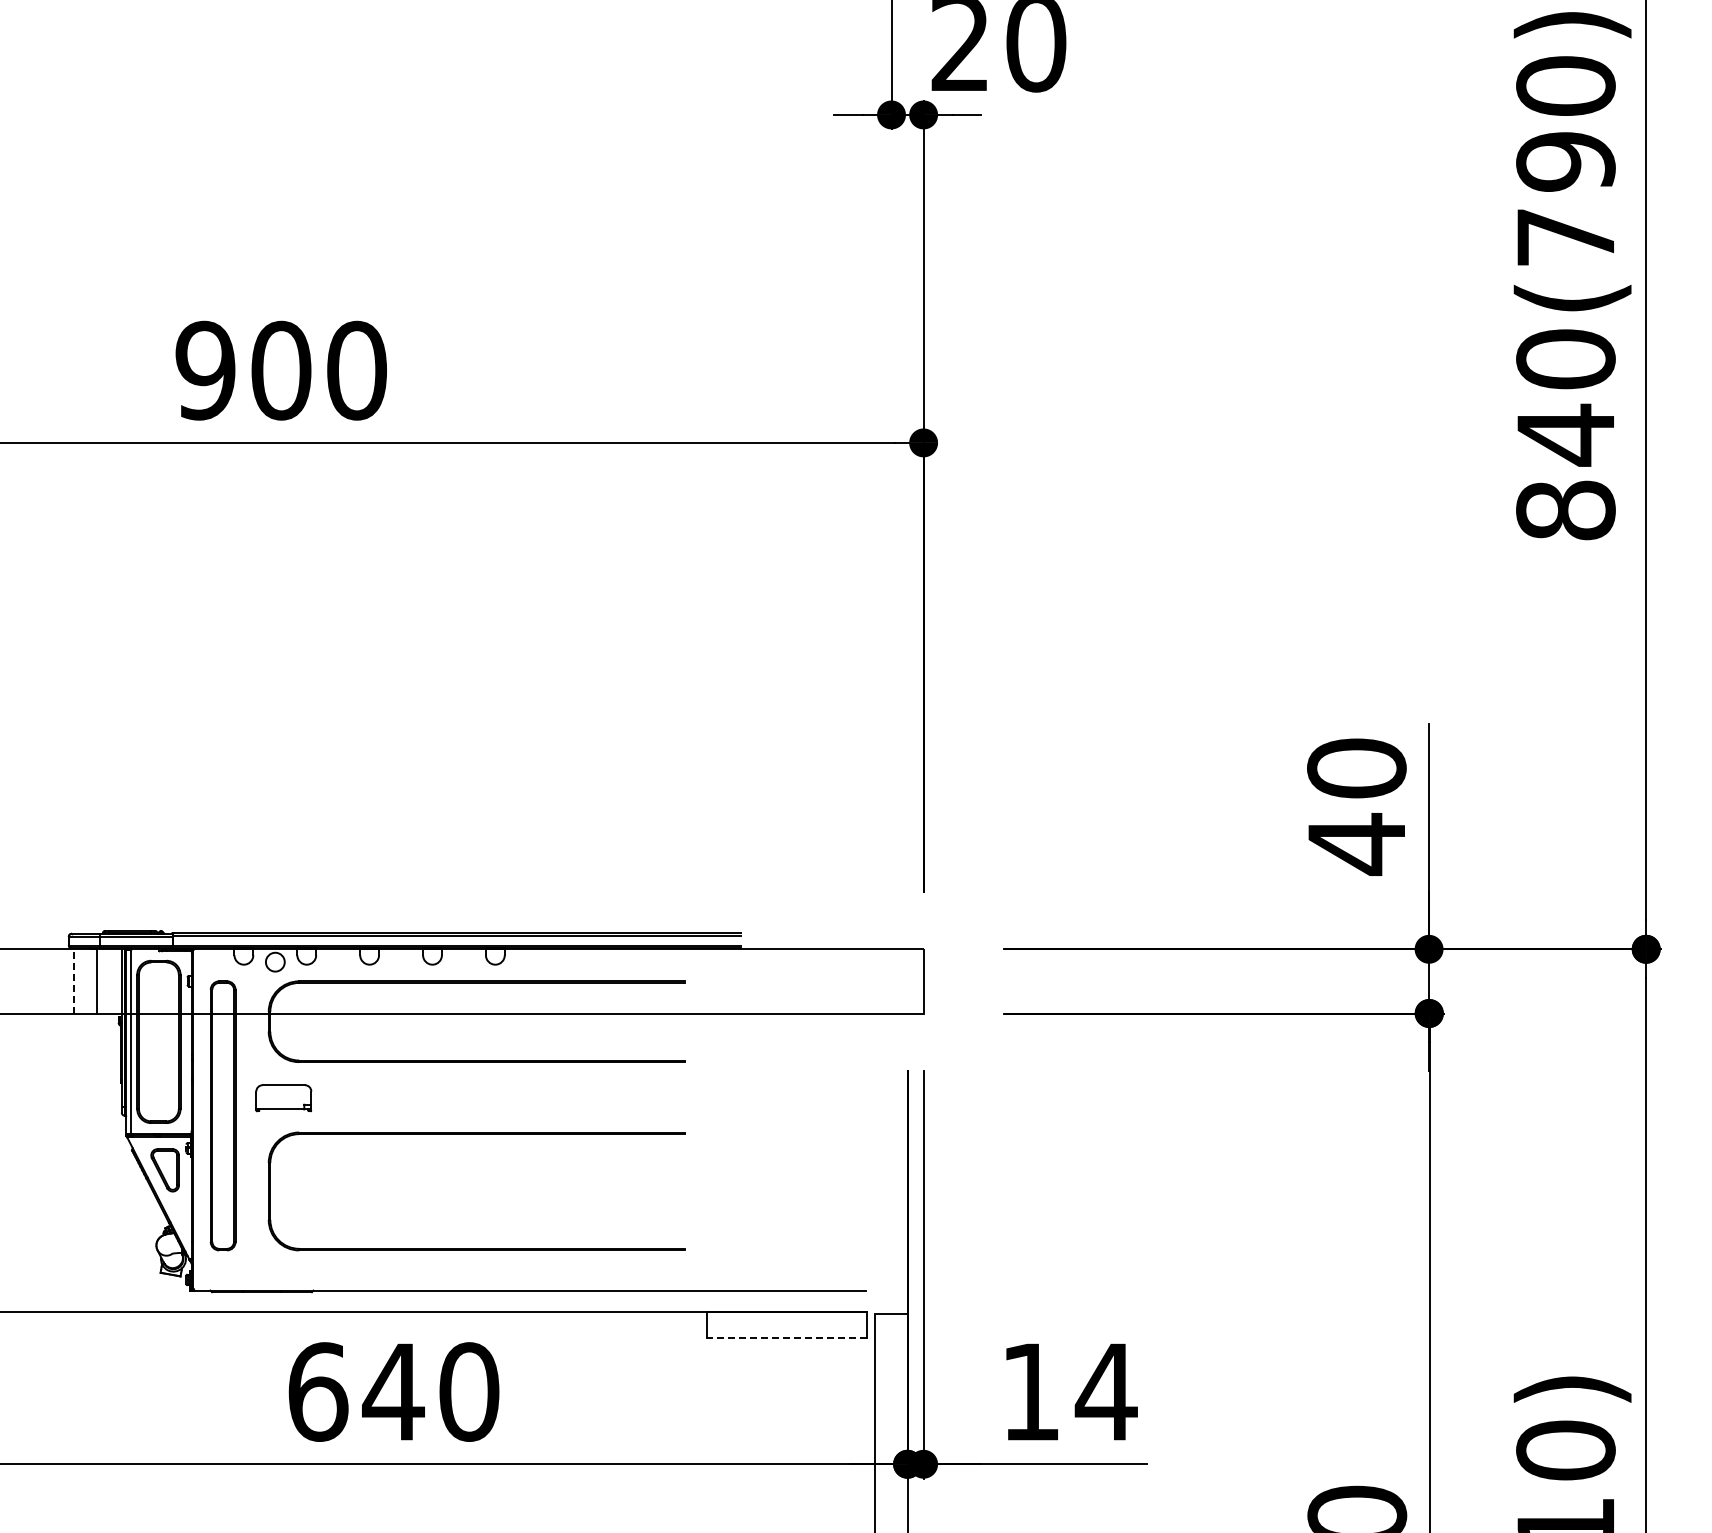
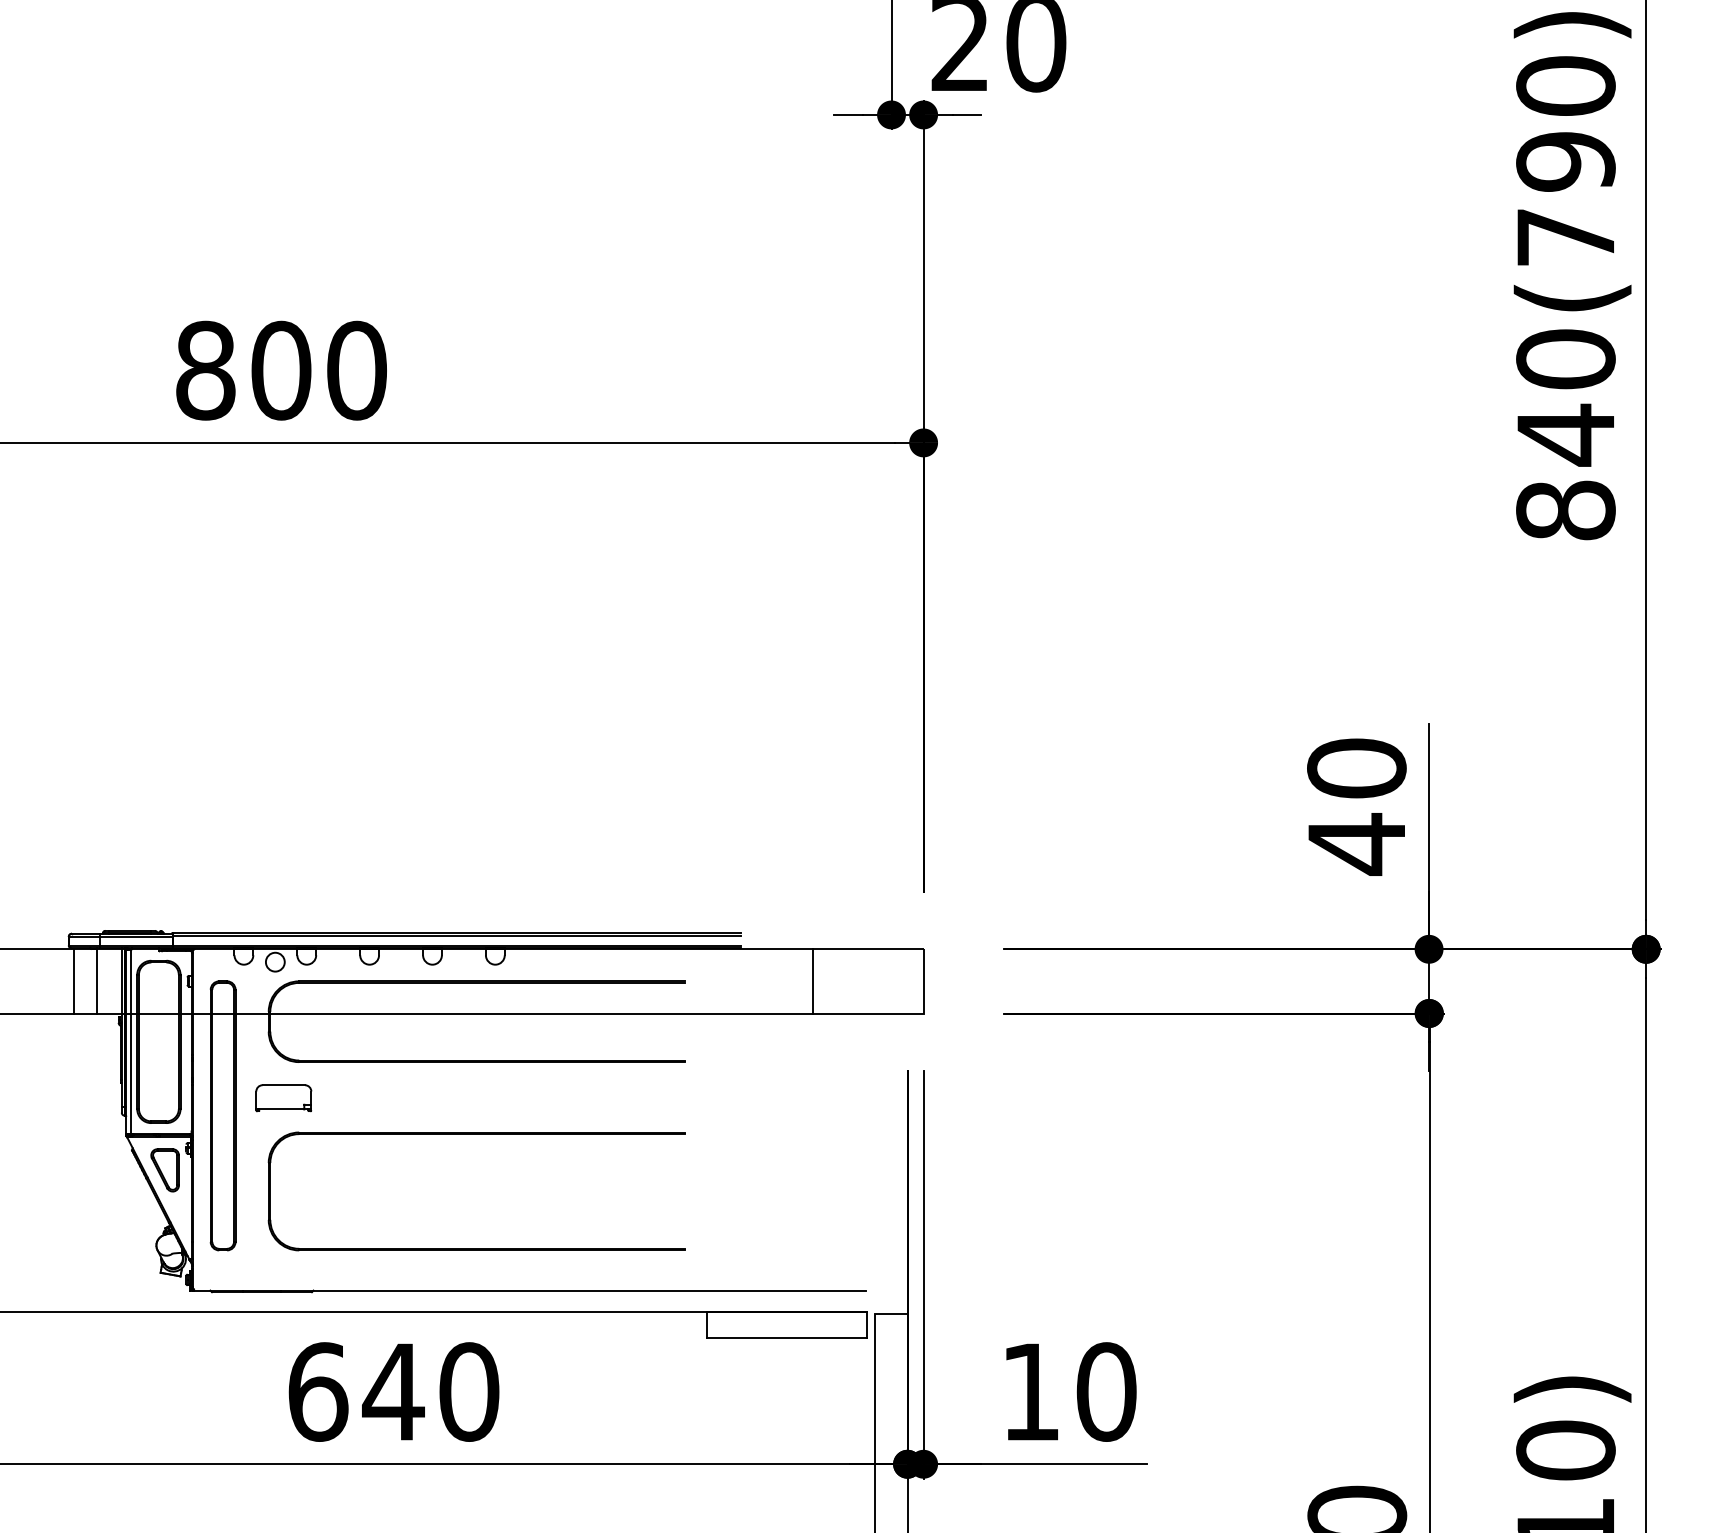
text at (205, 370): 900 -> 800
line at (74, 980): dashed -> solid
line at (812, 981): none -> present
line at (786, 1337): dashed -> solid
text at (1105, 1391): 14 -> 10
